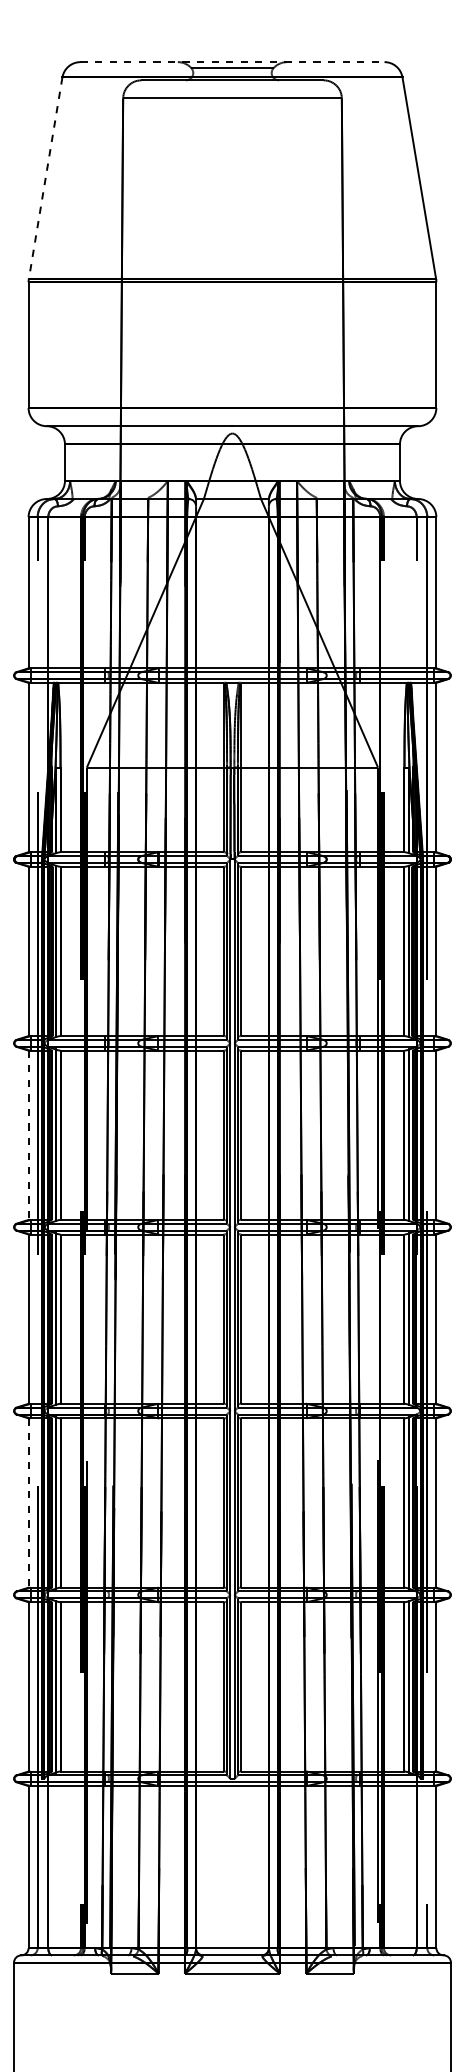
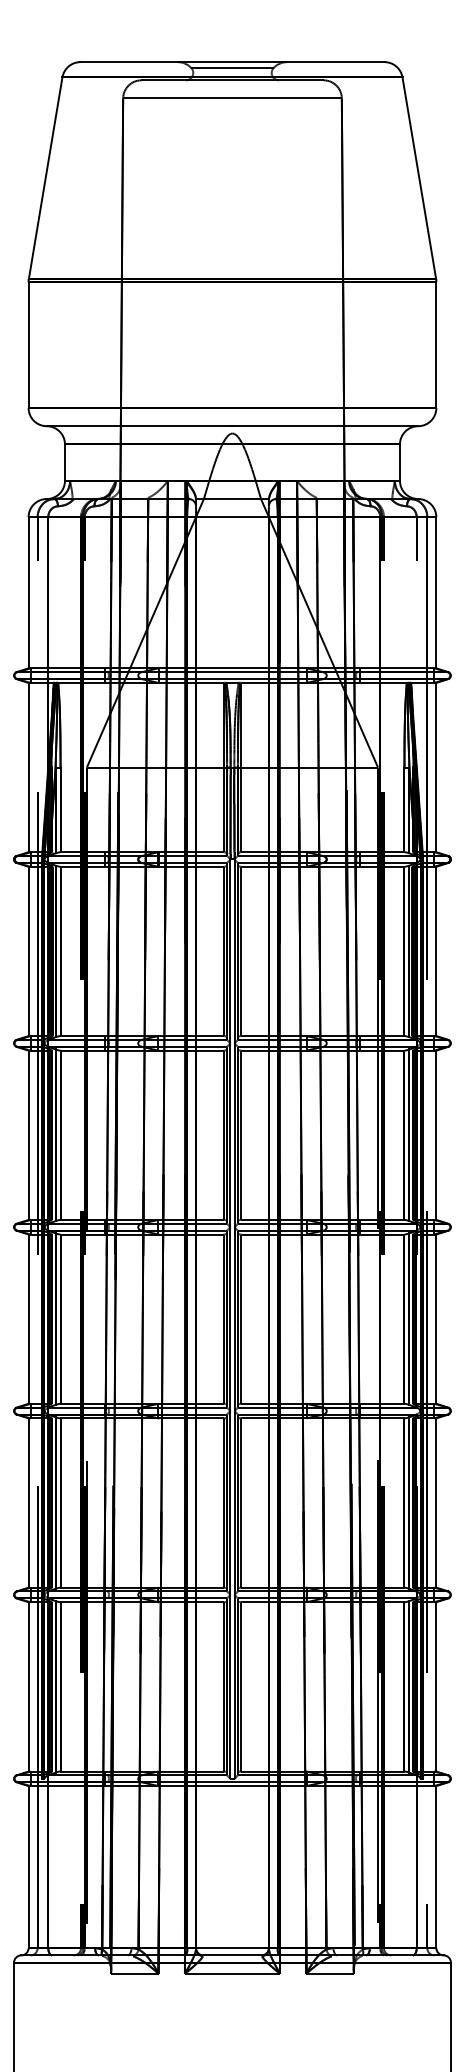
line at (232, 62): dashed -> solid
line at (45, 178): dashed -> solid
line at (28, 1135): dashed -> solid
line at (28, 1503): dashed -> solid
